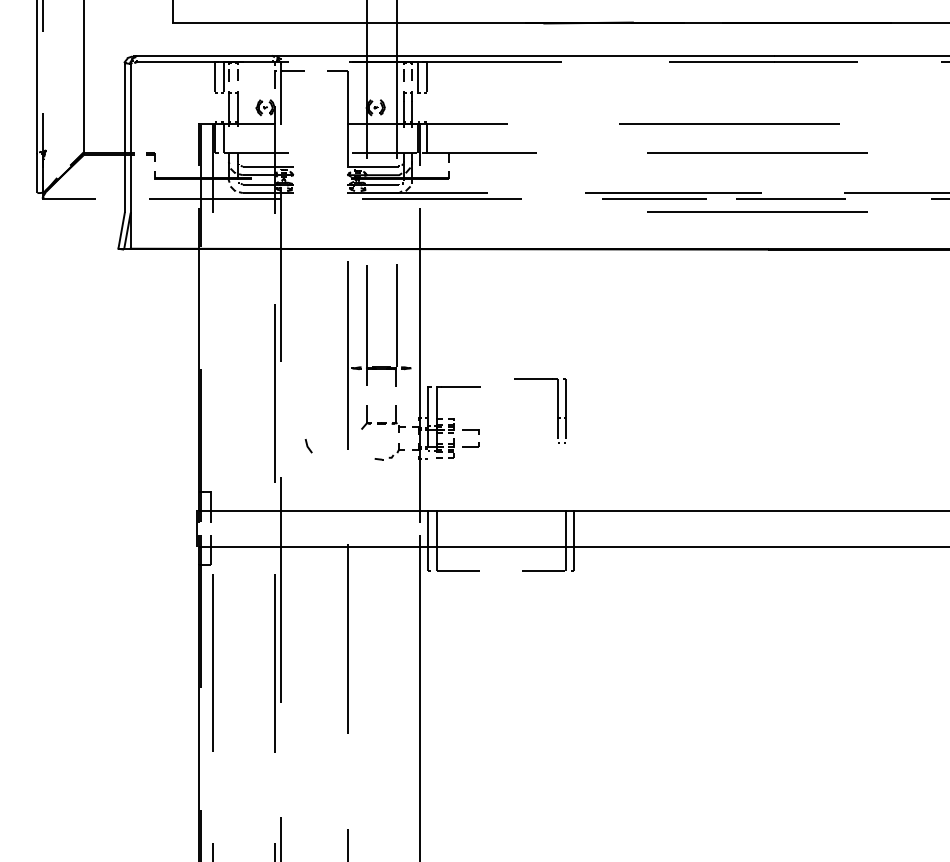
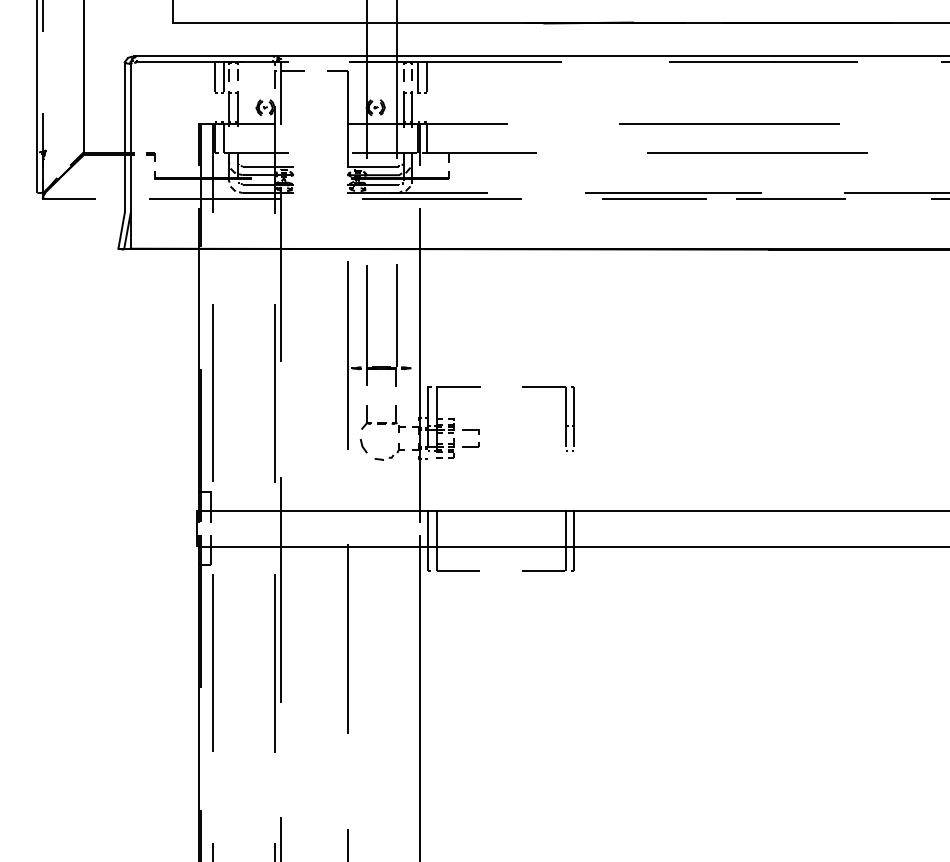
line at (757, 211): present -> none
line at (212, 392): none -> present
part at (557, 410) position: (557, 410) -> (565, 418)
line at (308, 446) position: (308, 446) -> (363, 446)
